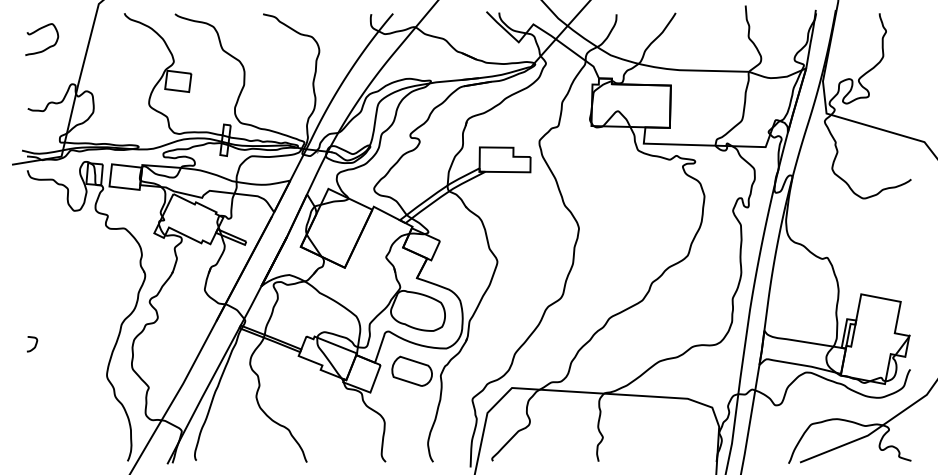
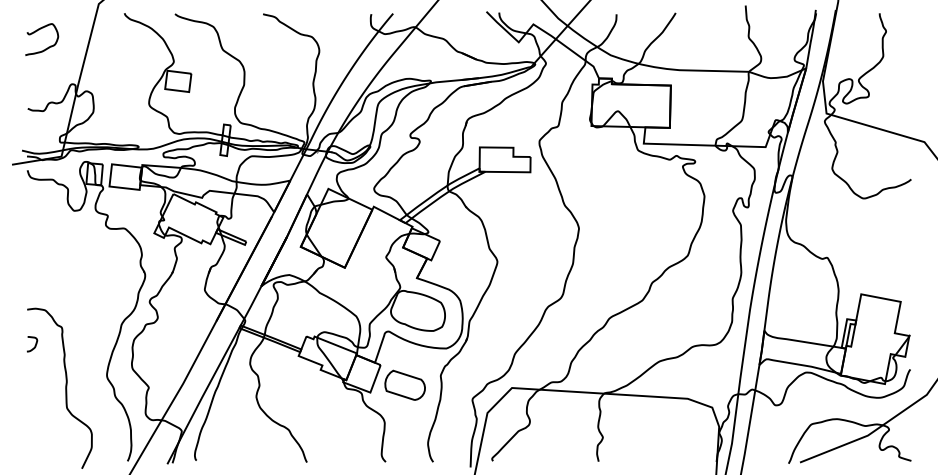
part at (411, 370) position: (411, 370) -> (404, 384)
curve at (65, 387): none -> present
